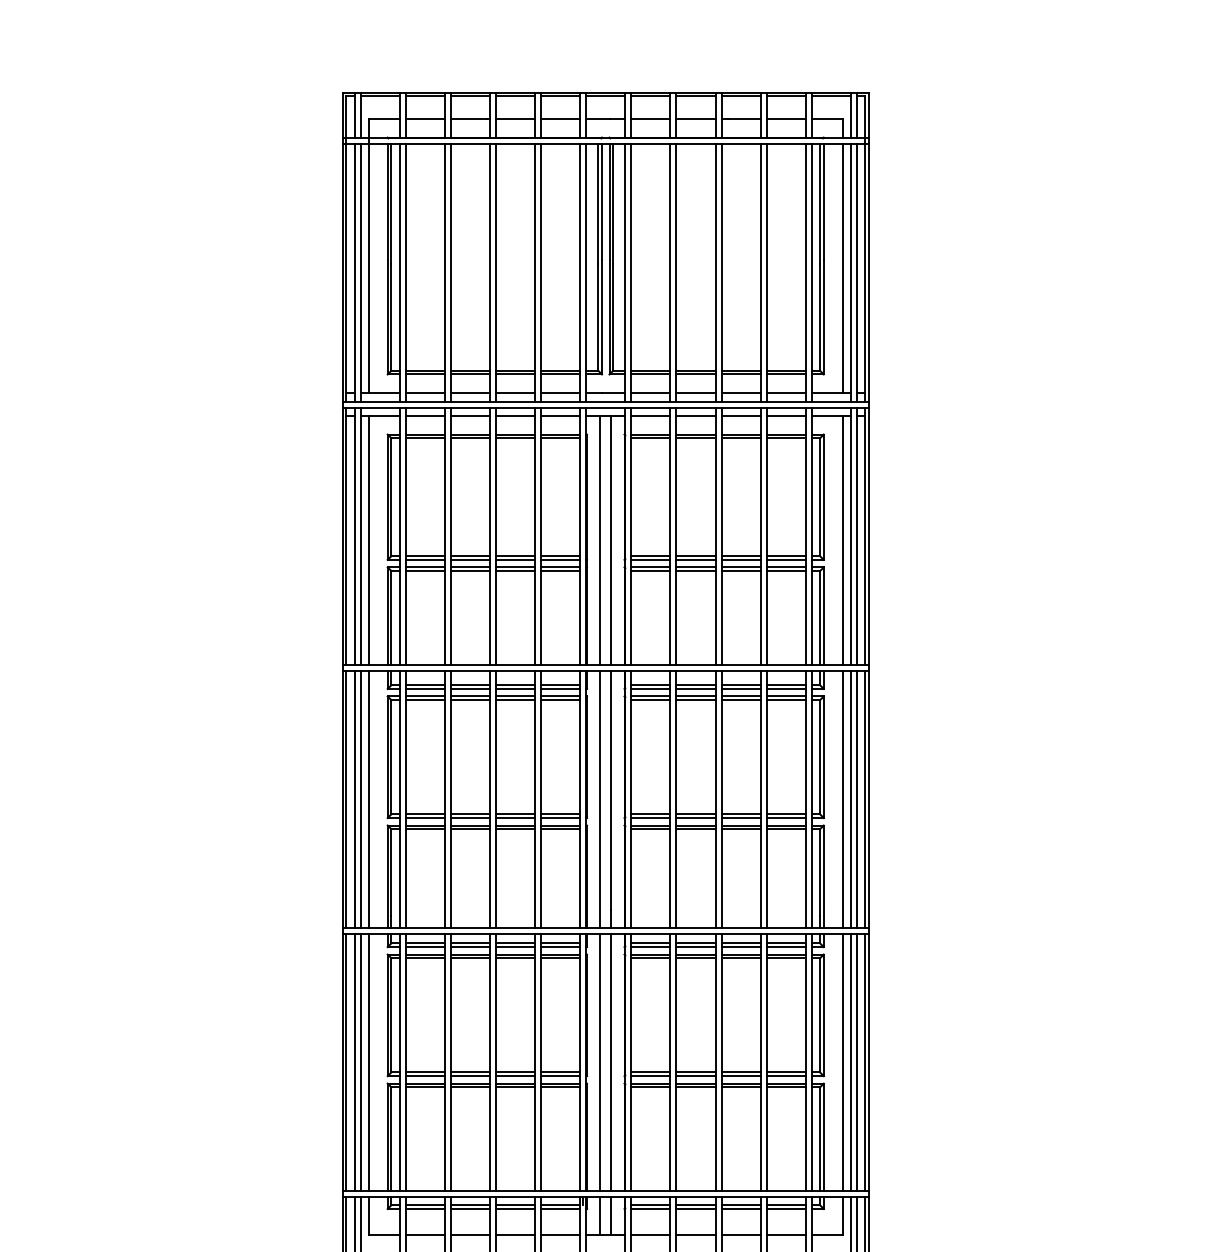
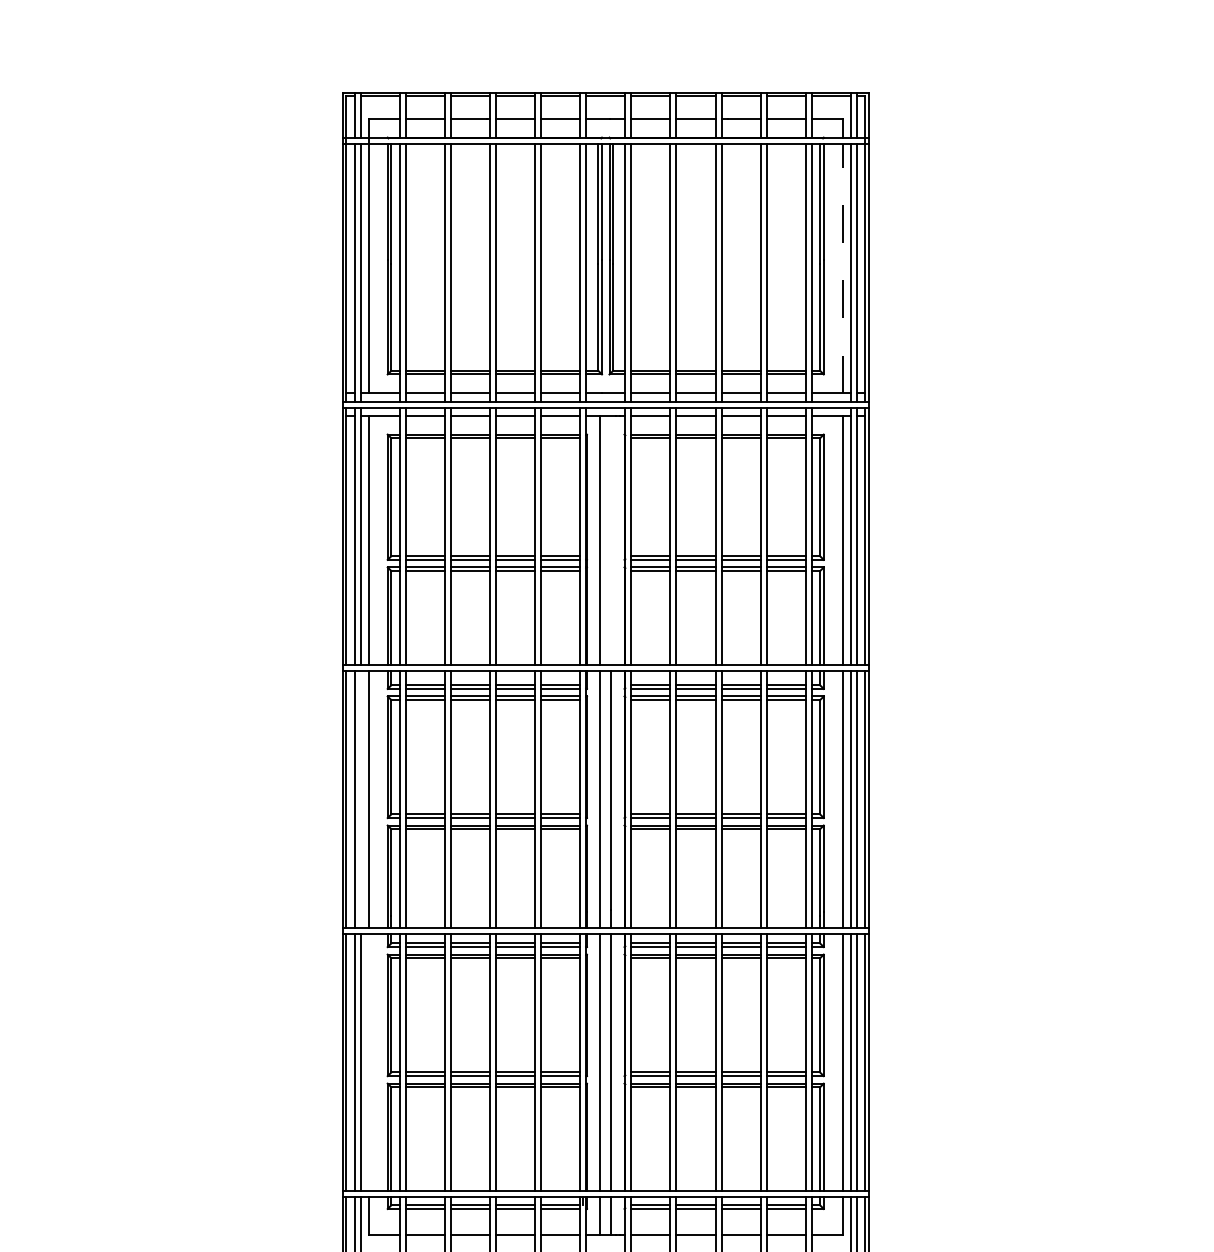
line at (842, 268): solid -> dashed
line at (611, 539): present -> none
line at (360, 798): present -> none
line at (368, 1061): present -> none
